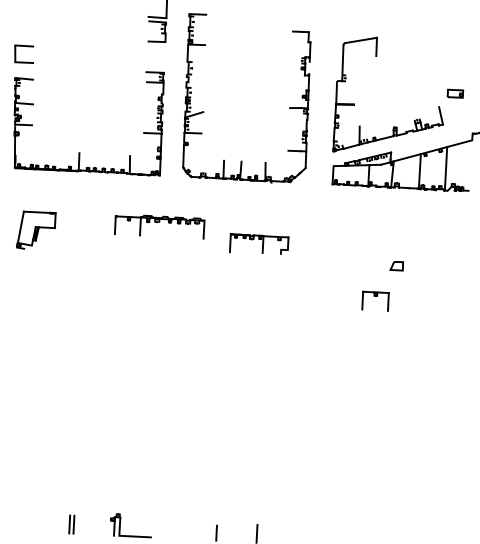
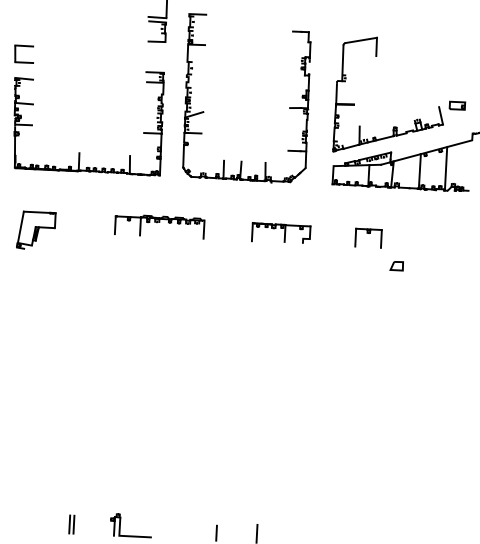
part at (455, 93) position: (455, 93) -> (457, 105)
part at (259, 243) position: (259, 243) -> (281, 232)
part at (375, 300) position: (375, 300) -> (368, 237)
